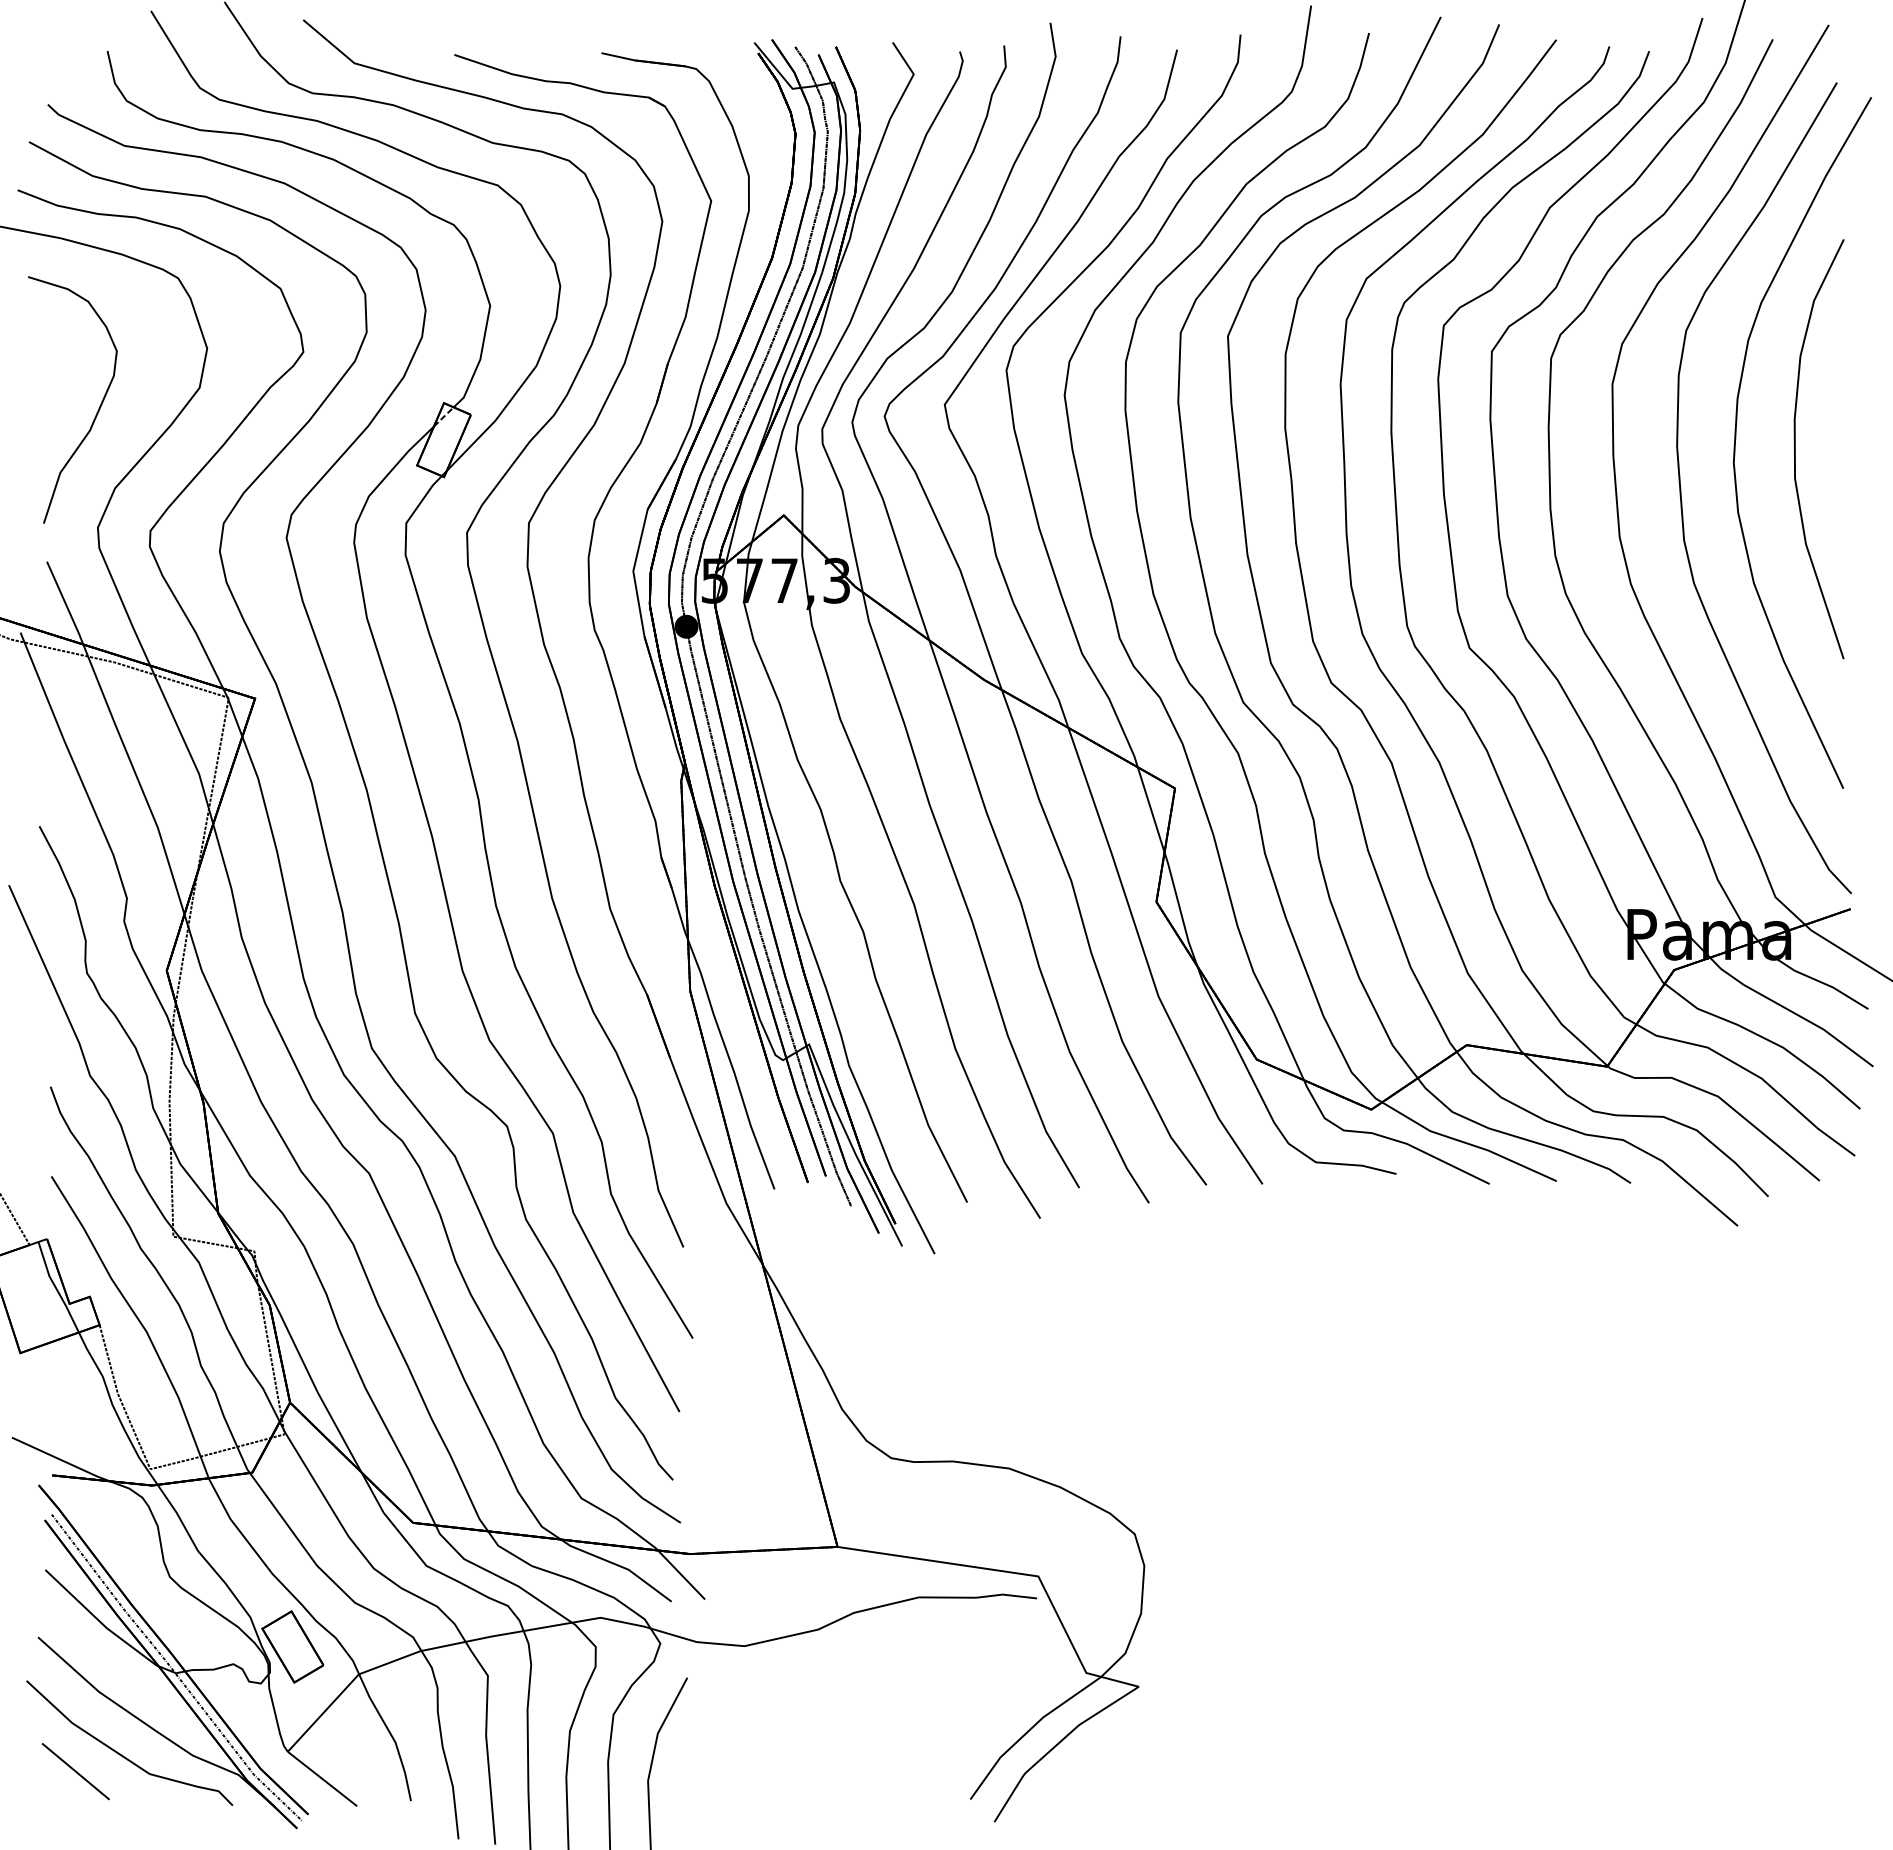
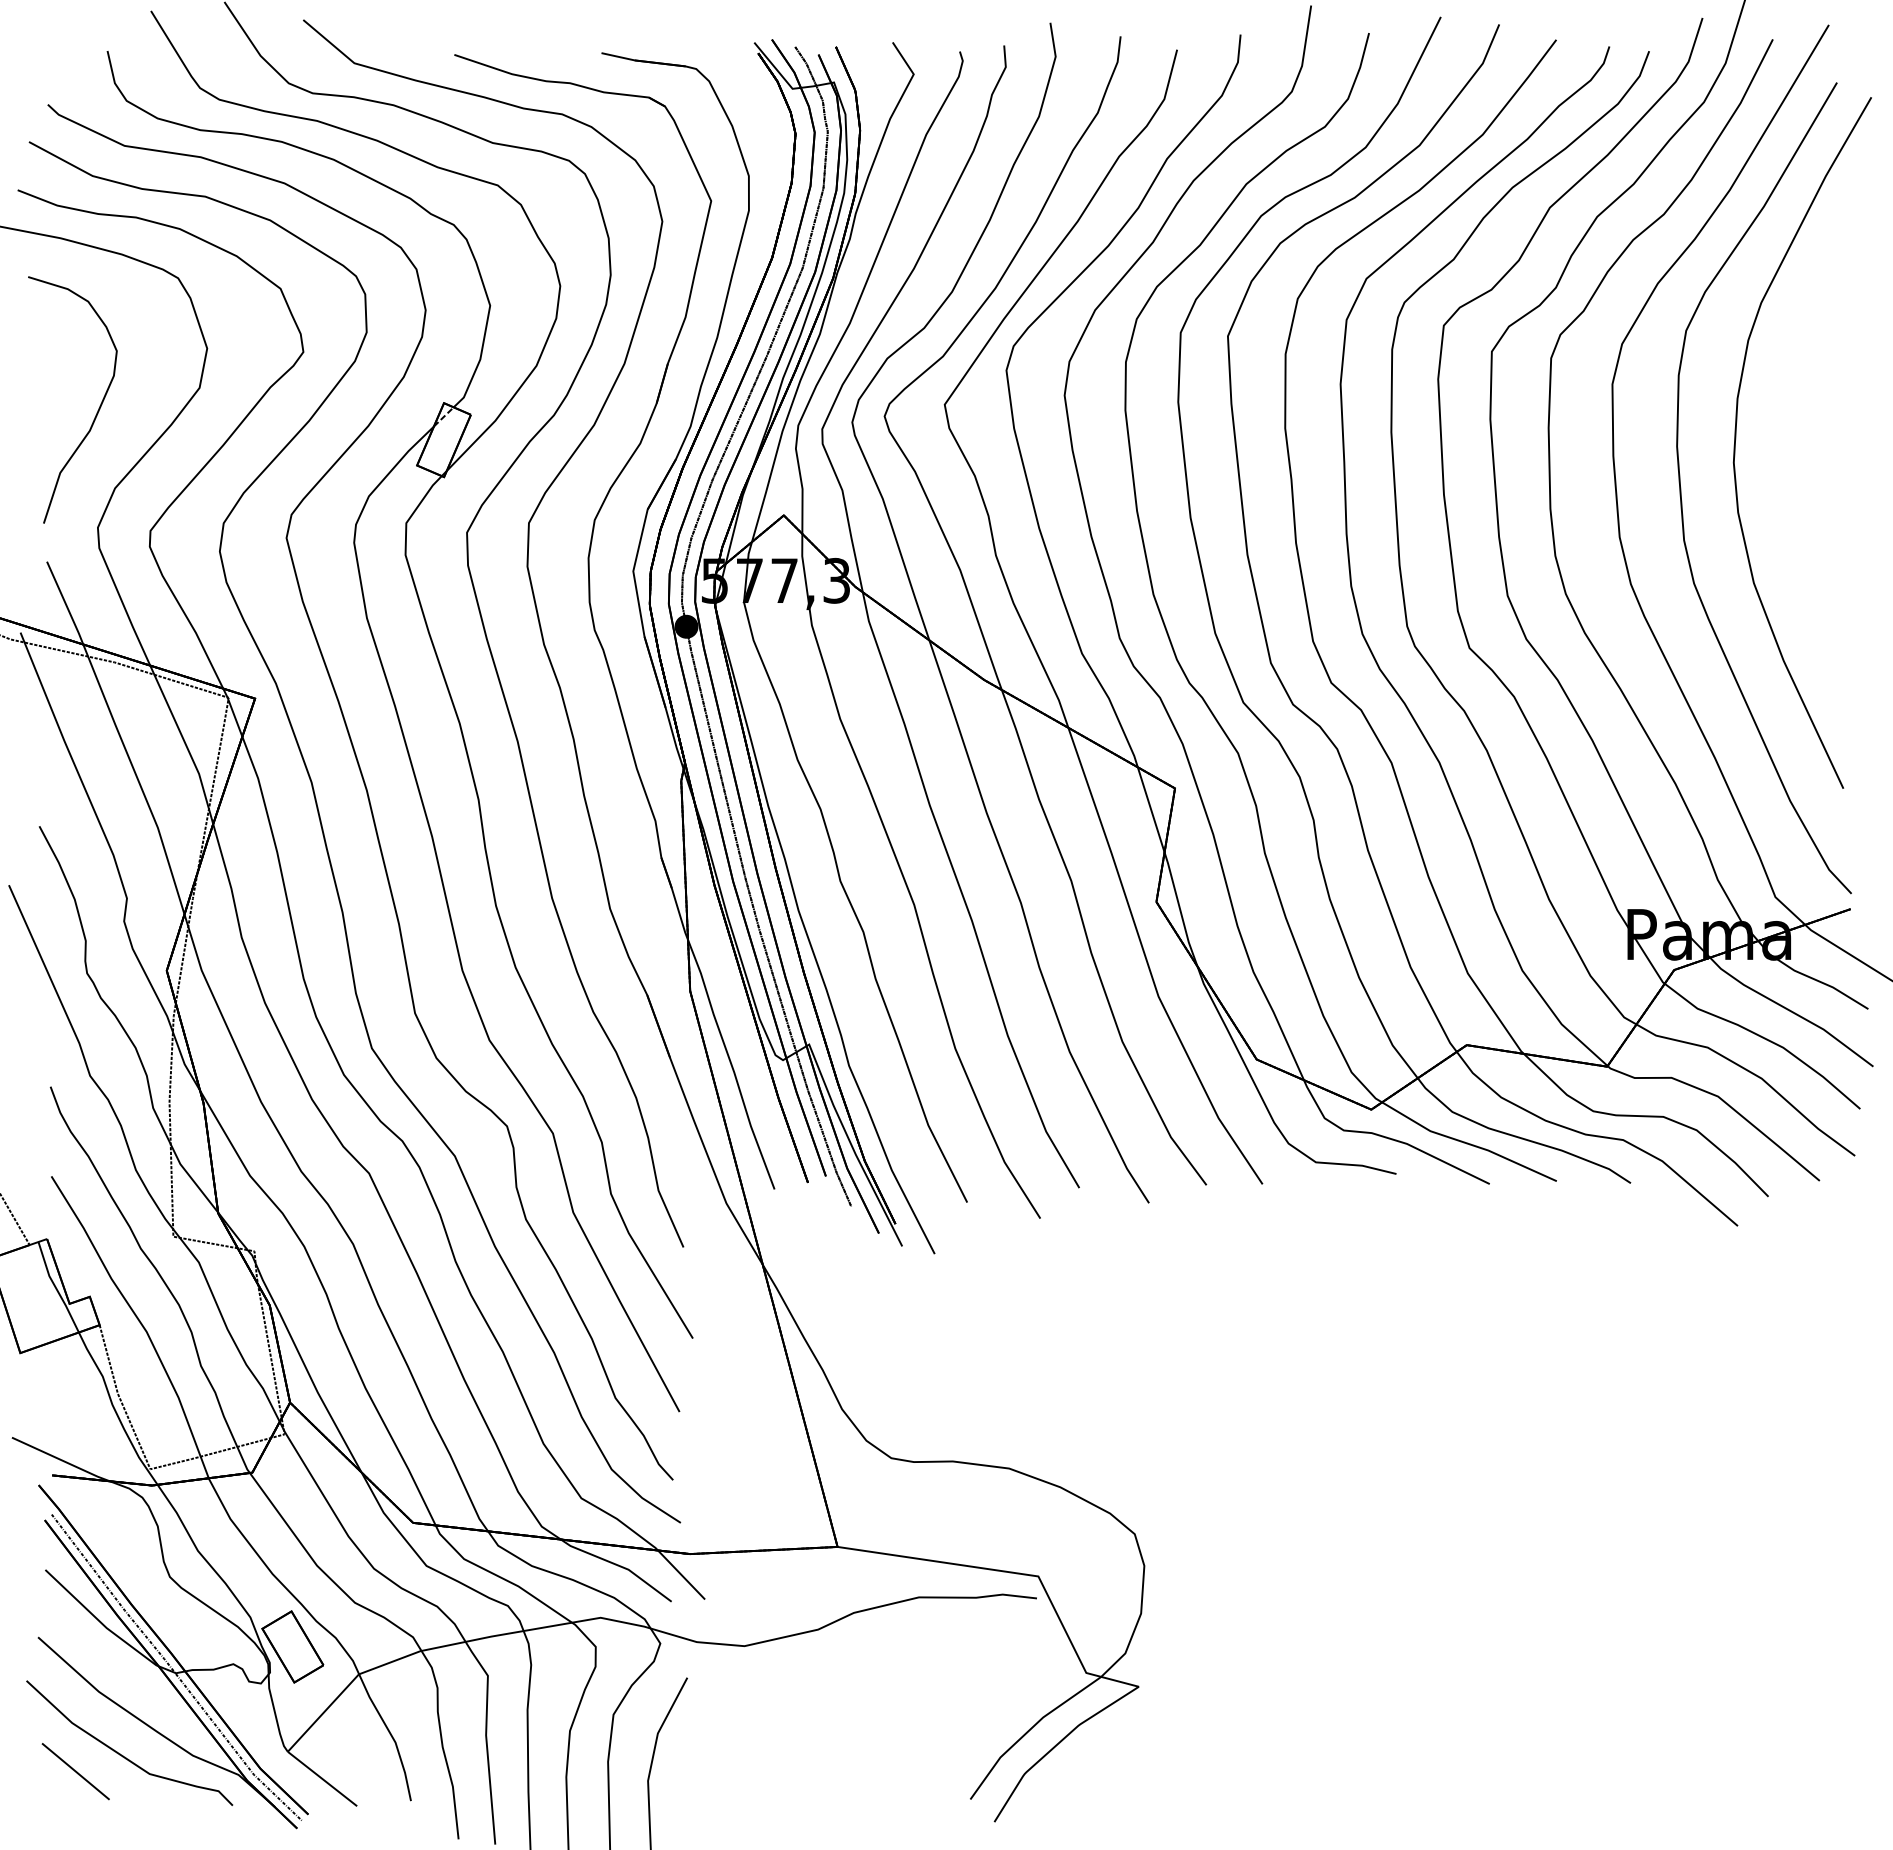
part at (1795, 449): present -> none
